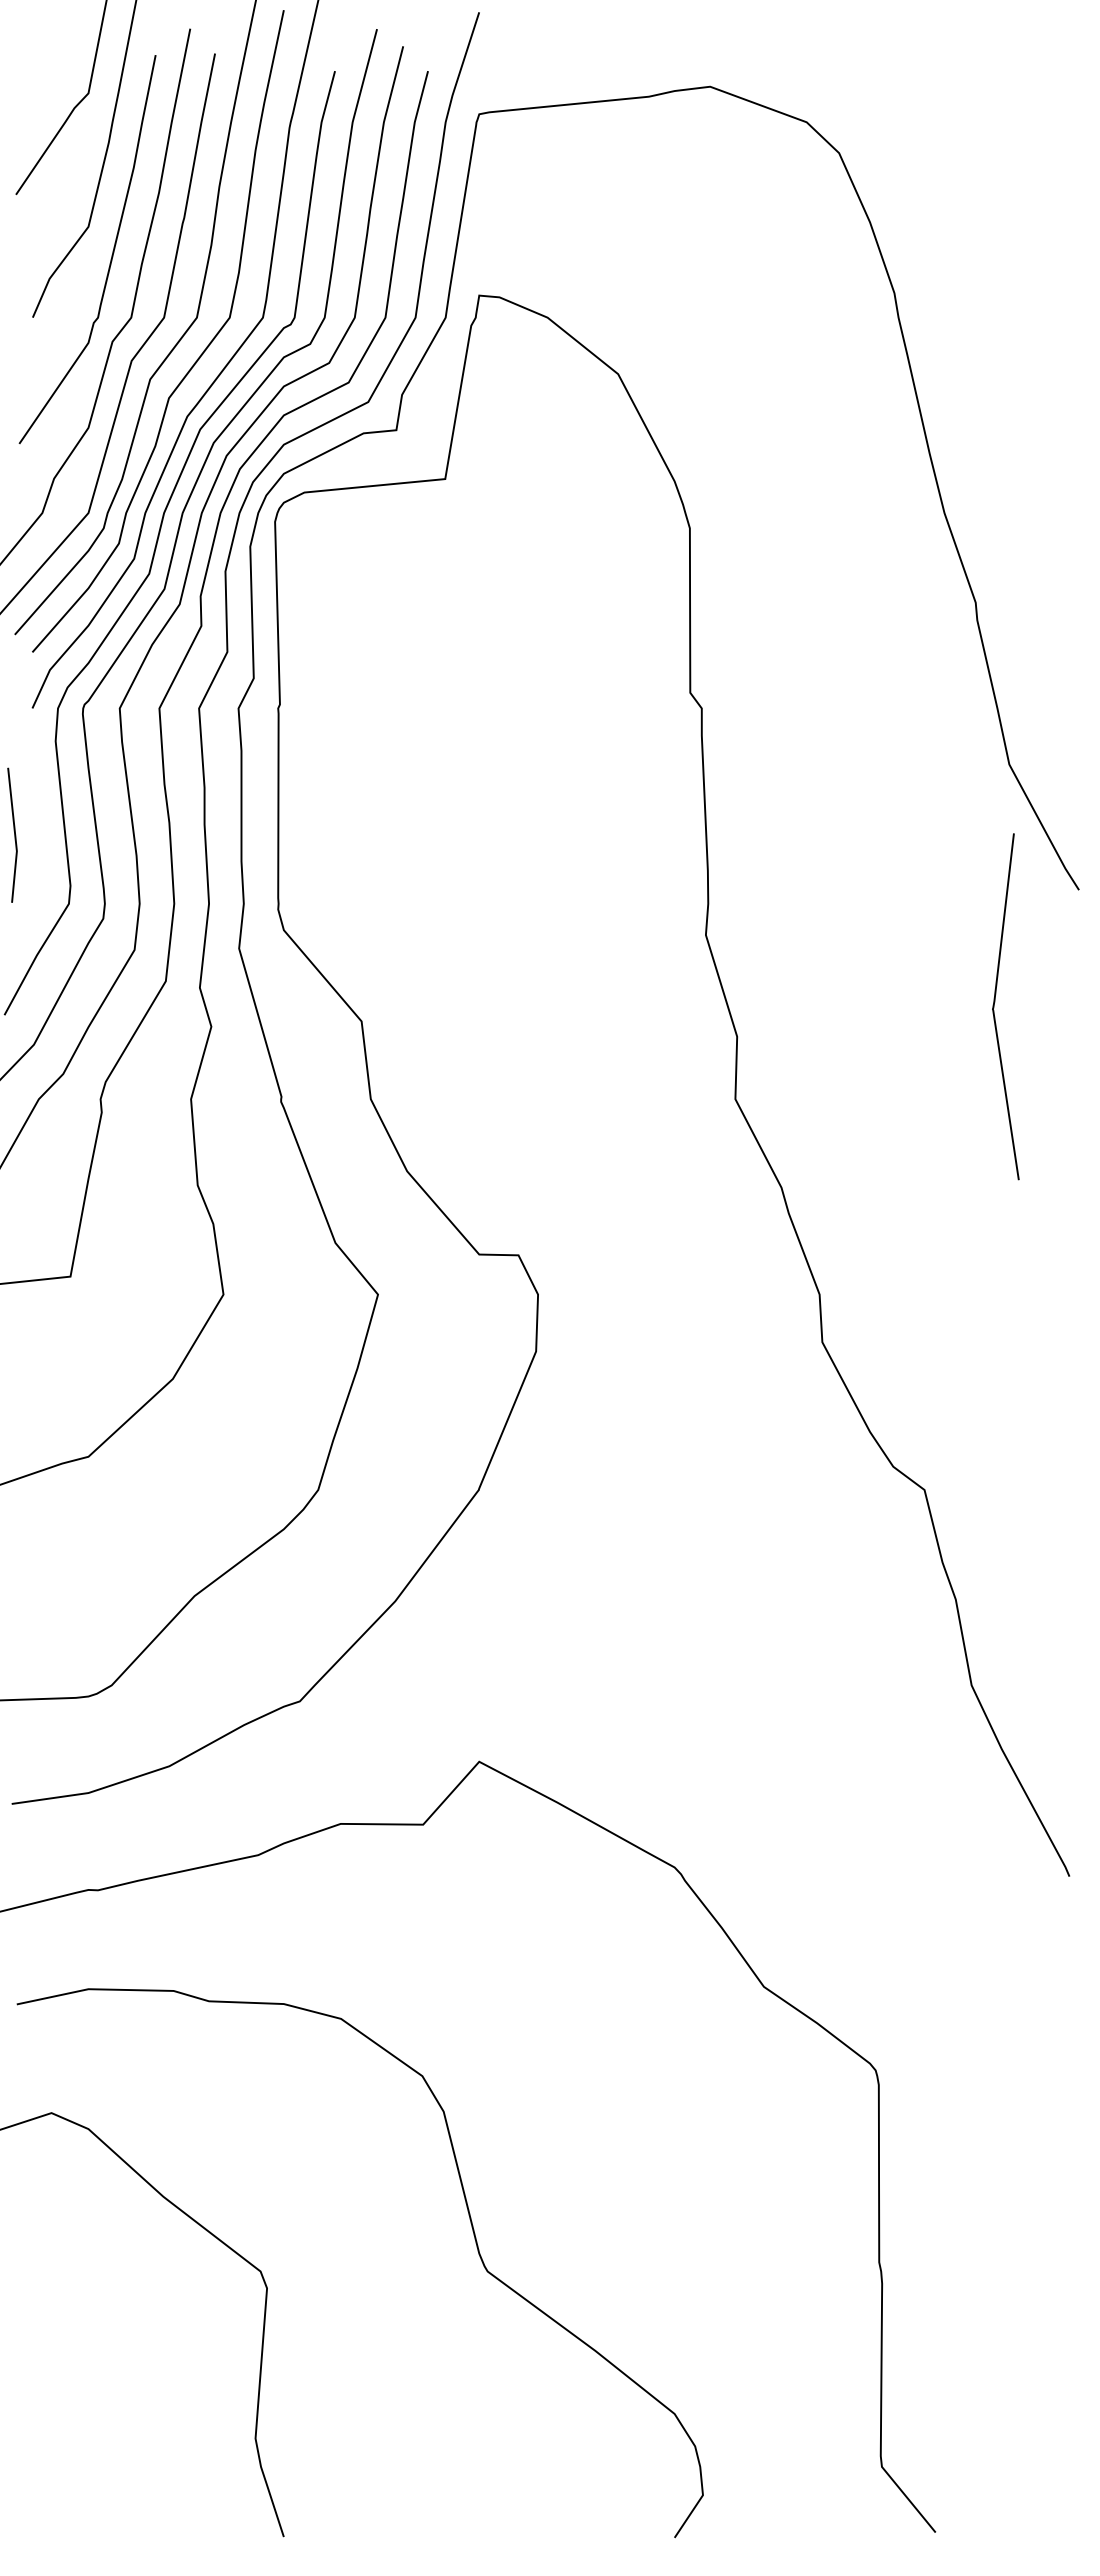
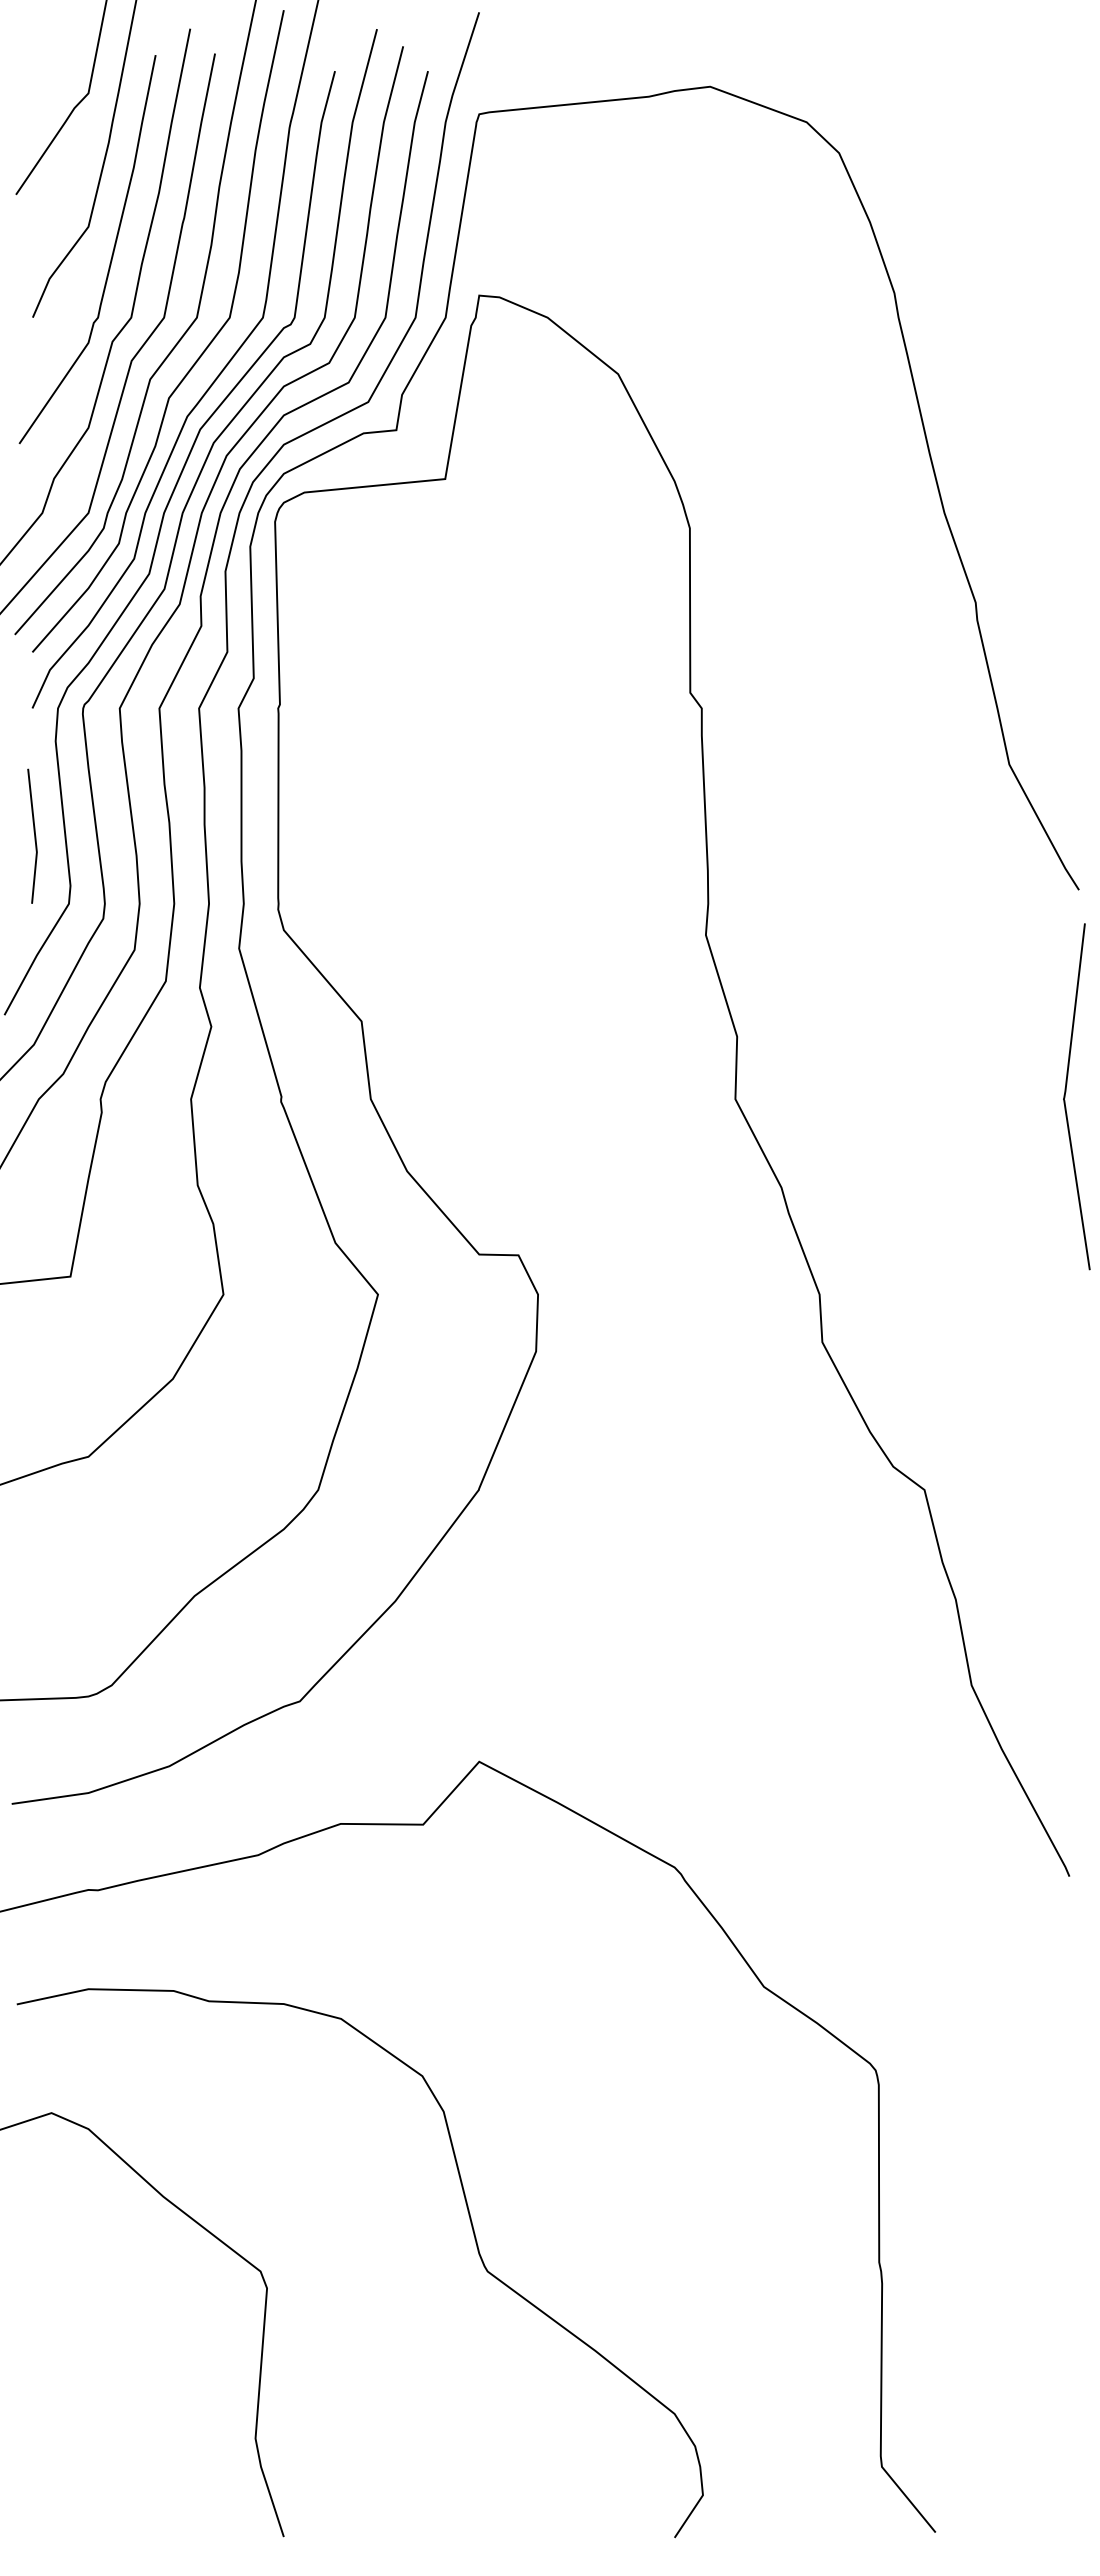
line at (14, 834) position: (14, 834) -> (34, 835)
curve at (995, 1002) position: (995, 1002) -> (1066, 1092)
